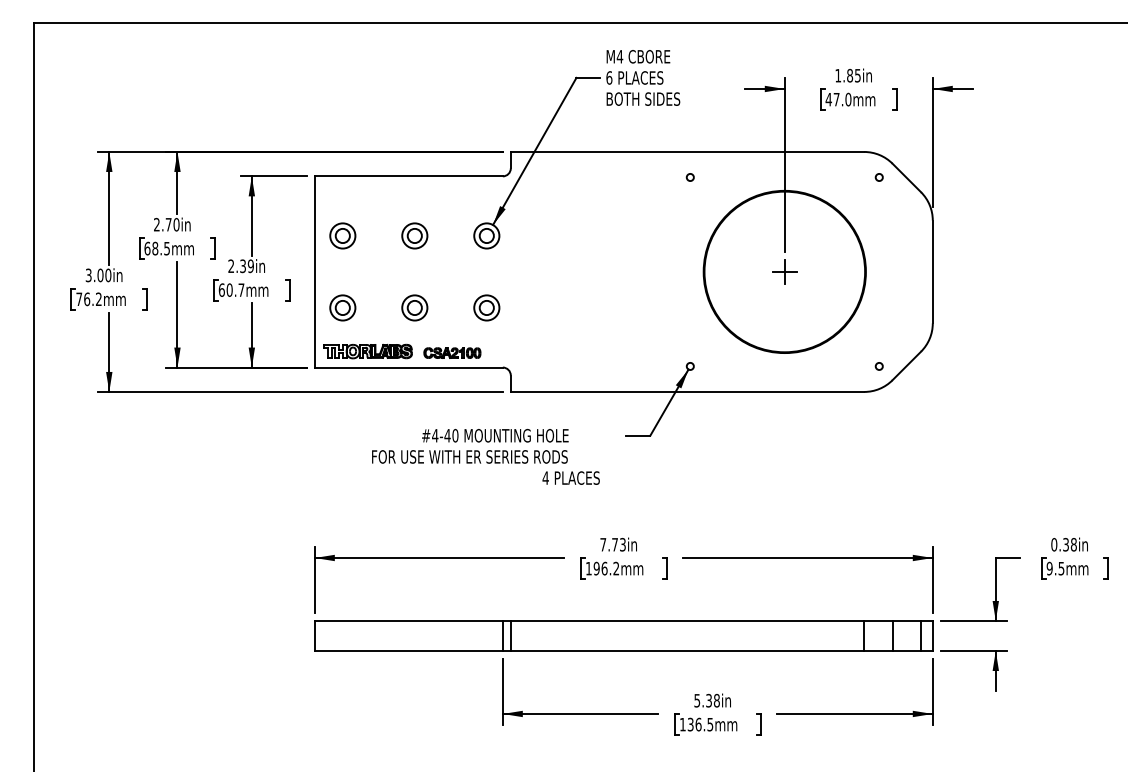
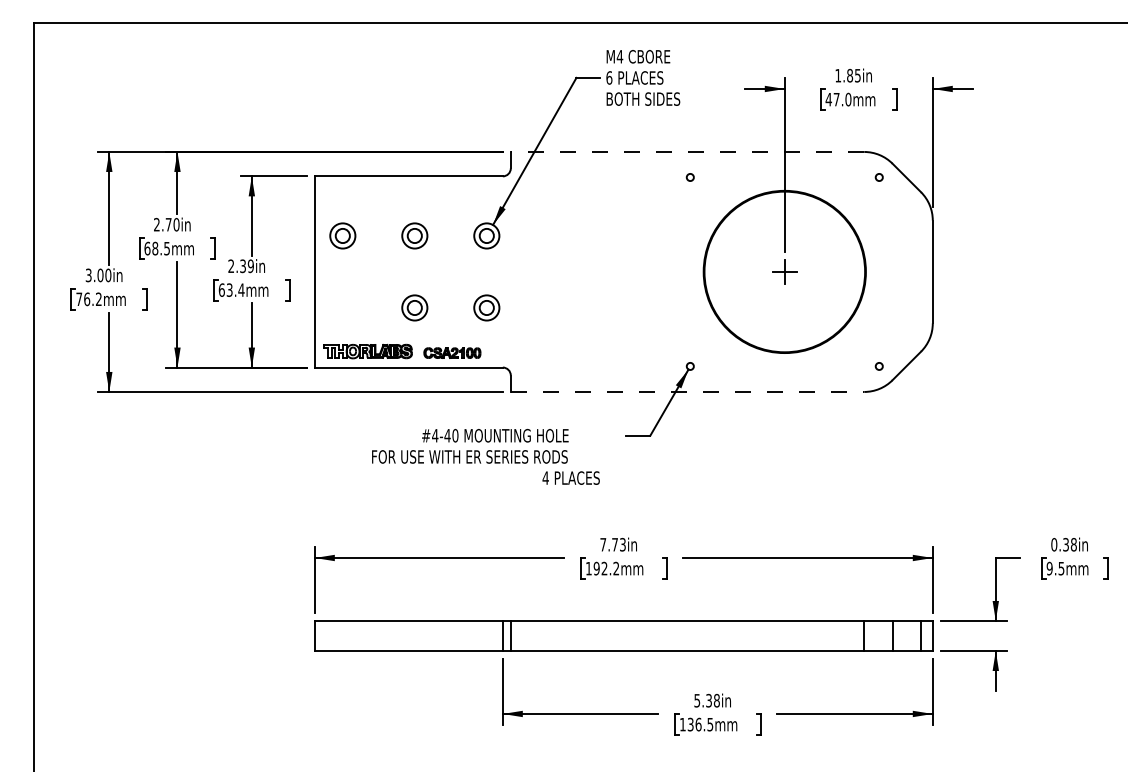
line at (687, 151): solid -> dashed
text at (235, 289): 60.7mm -> 63.4mm
part at (342, 307): present -> none
line at (687, 391): solid -> dashed
text at (604, 568): 196.2mm -> 192.2mm
